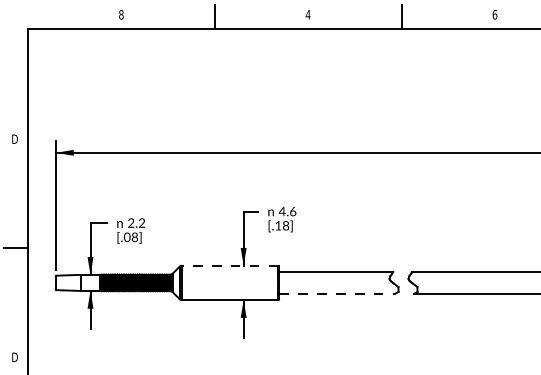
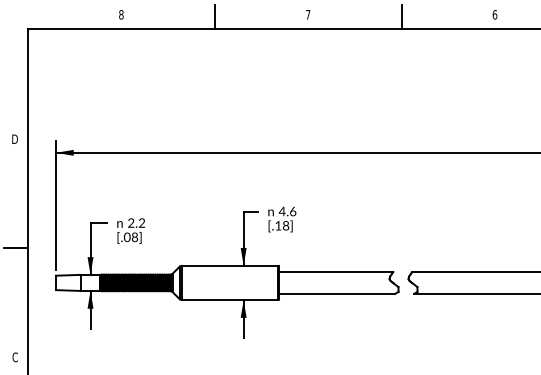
text at (307, 14): 4 -> 7
line at (229, 265): dashed -> solid
line at (337, 293): dashed -> solid
text at (14, 357): D -> C
